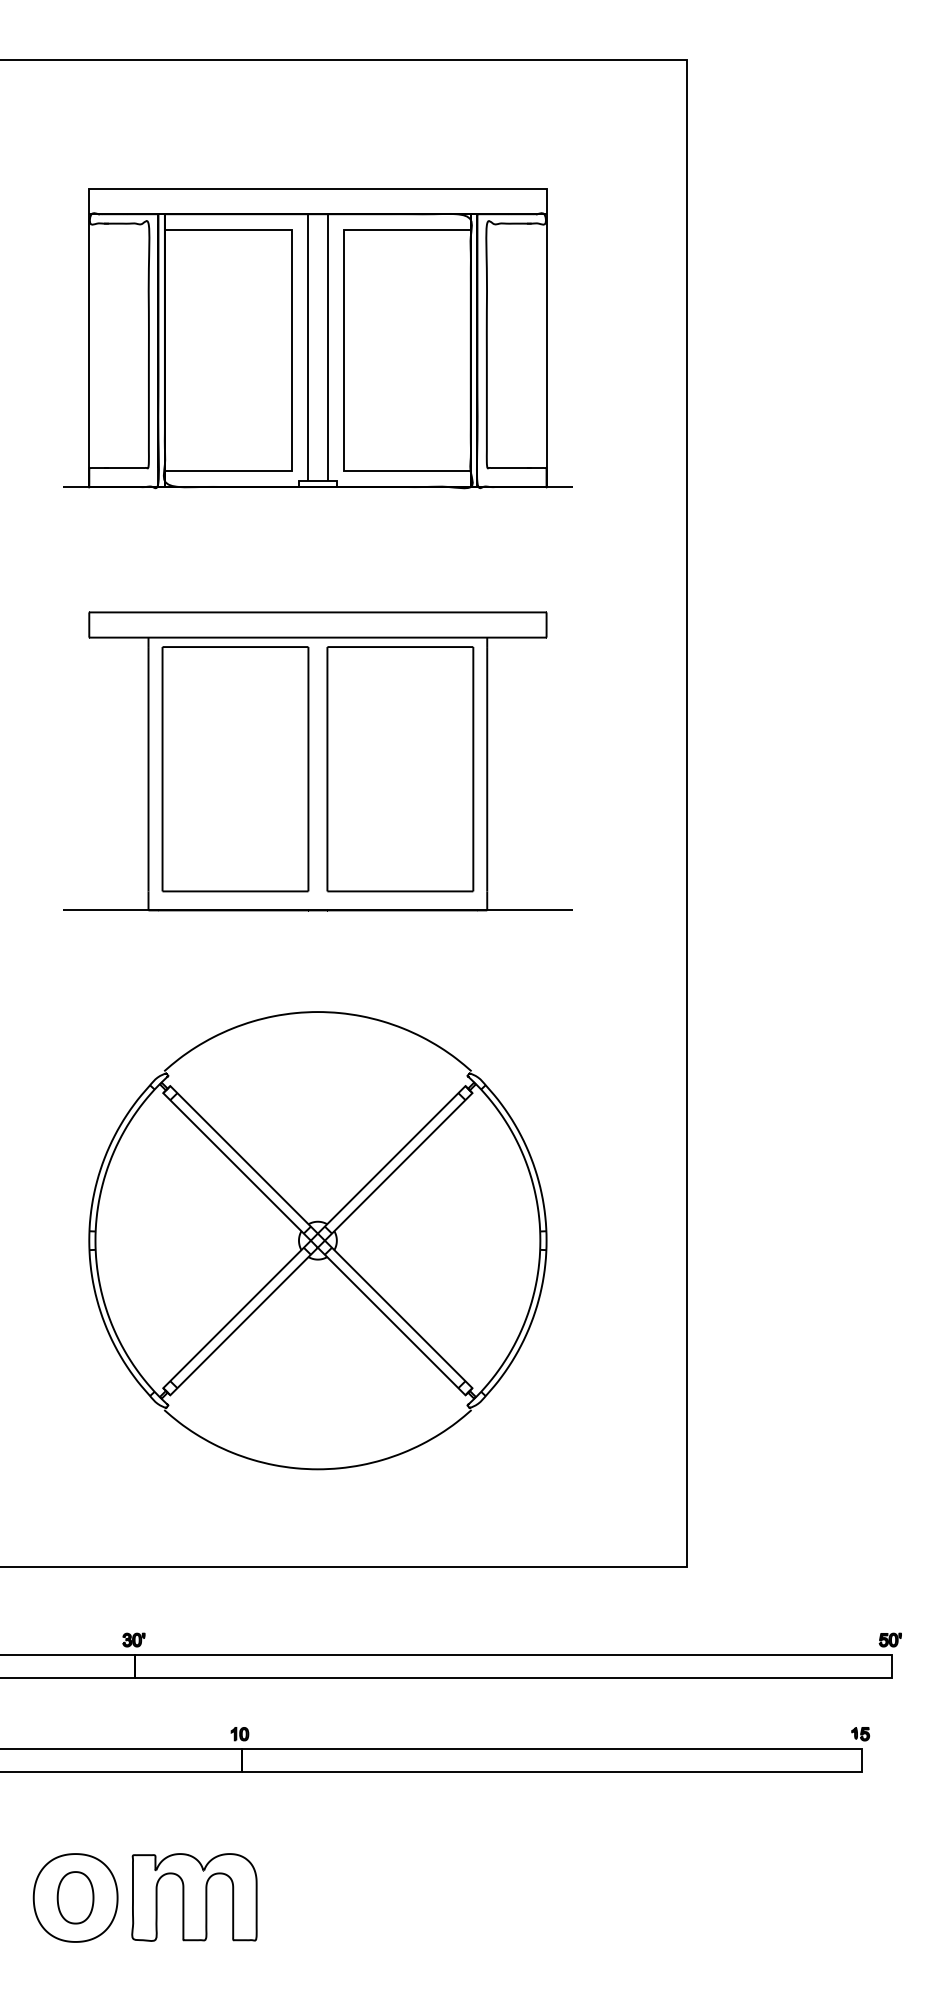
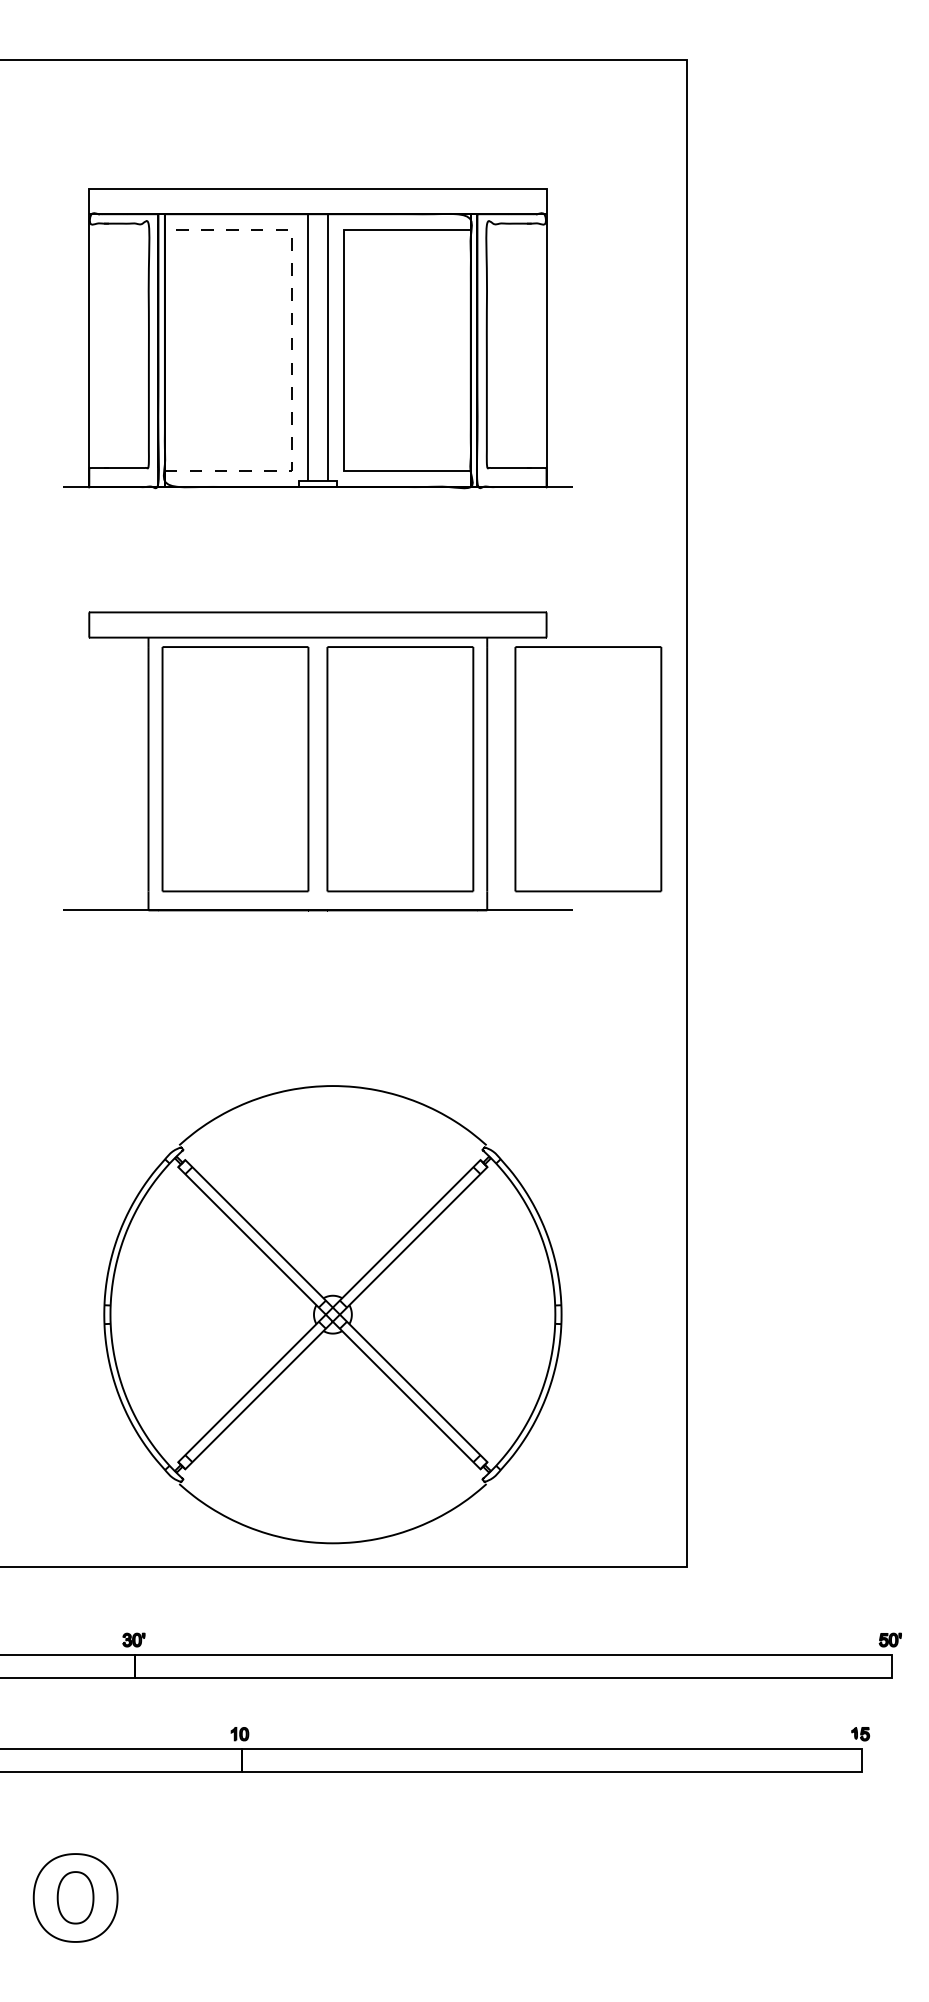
line at (292, 350): solid -> dashed
part at (588, 769): none -> present
part at (317, 1240) position: (317, 1240) -> (332, 1314)
part at (194, 1897): present -> none
